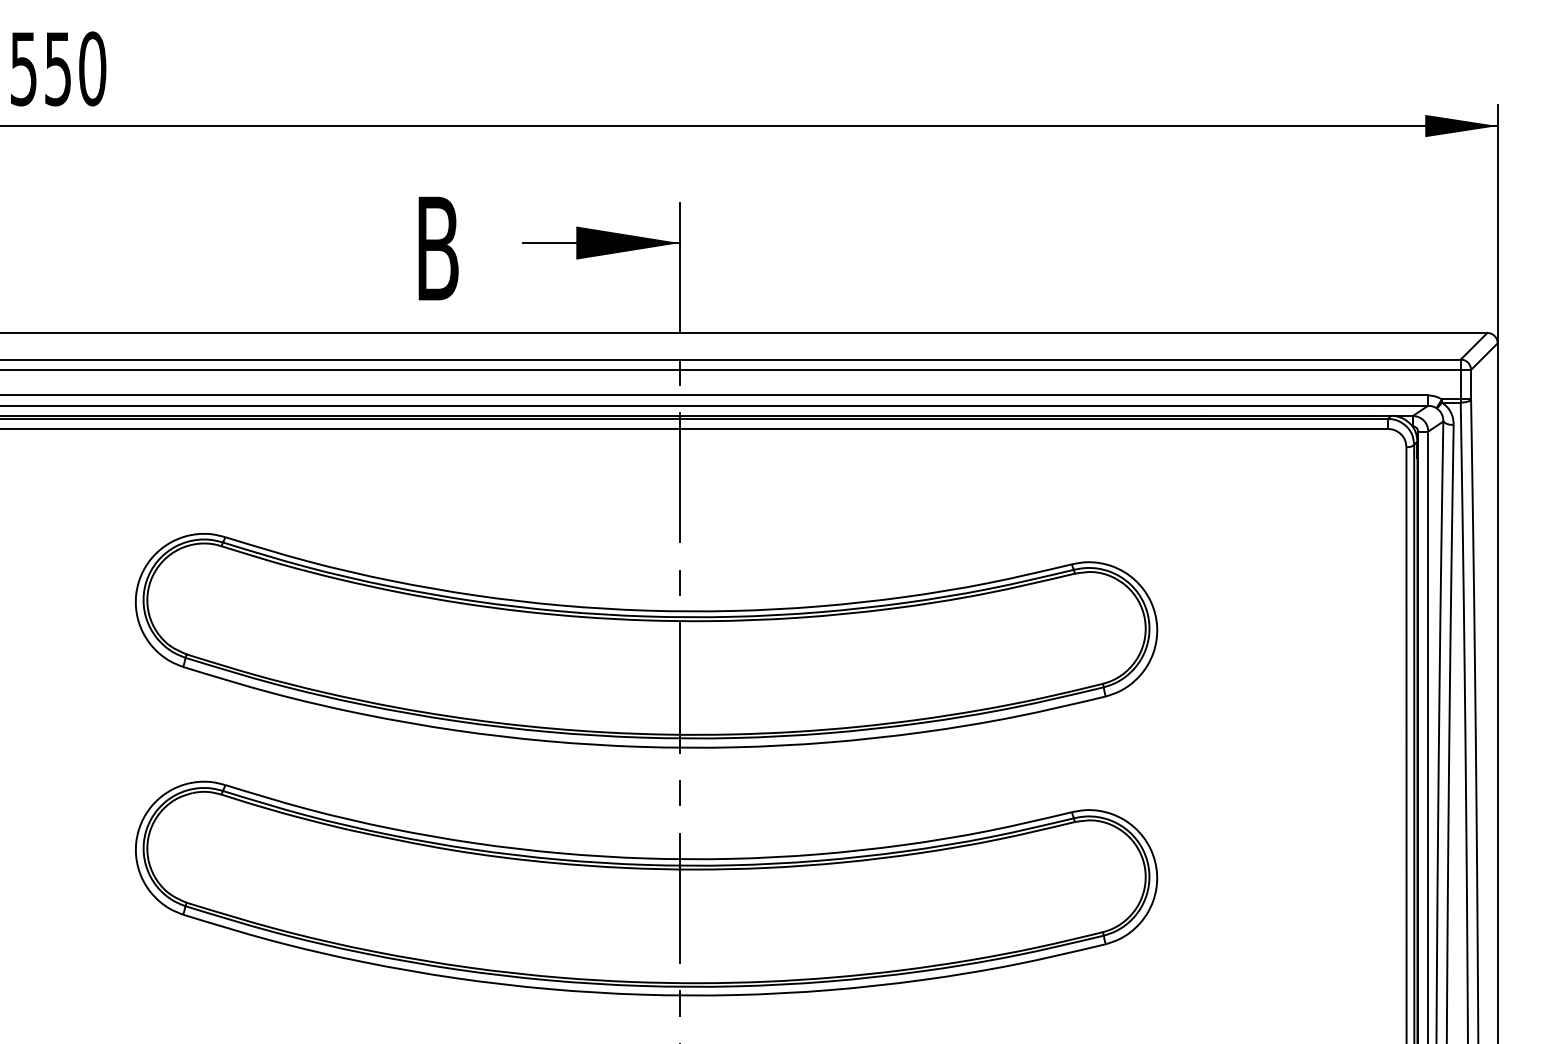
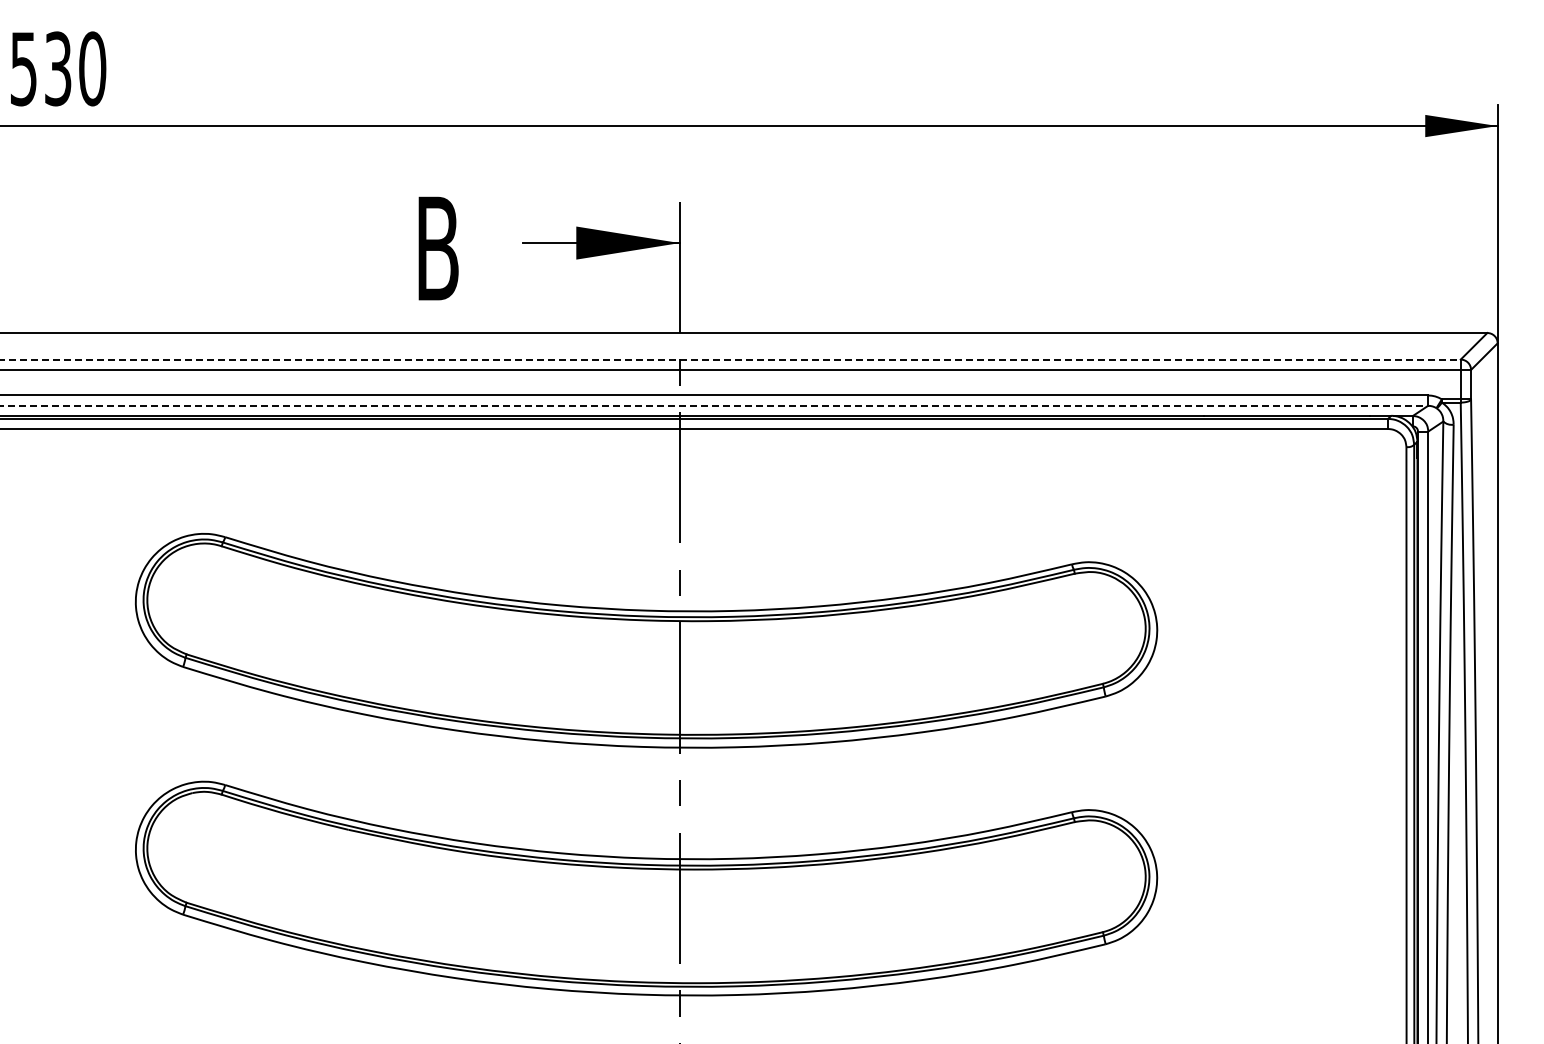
text at (58, 68): 550 -> 530
line at (730, 359): solid -> dashed
line at (714, 405): solid -> dashed
